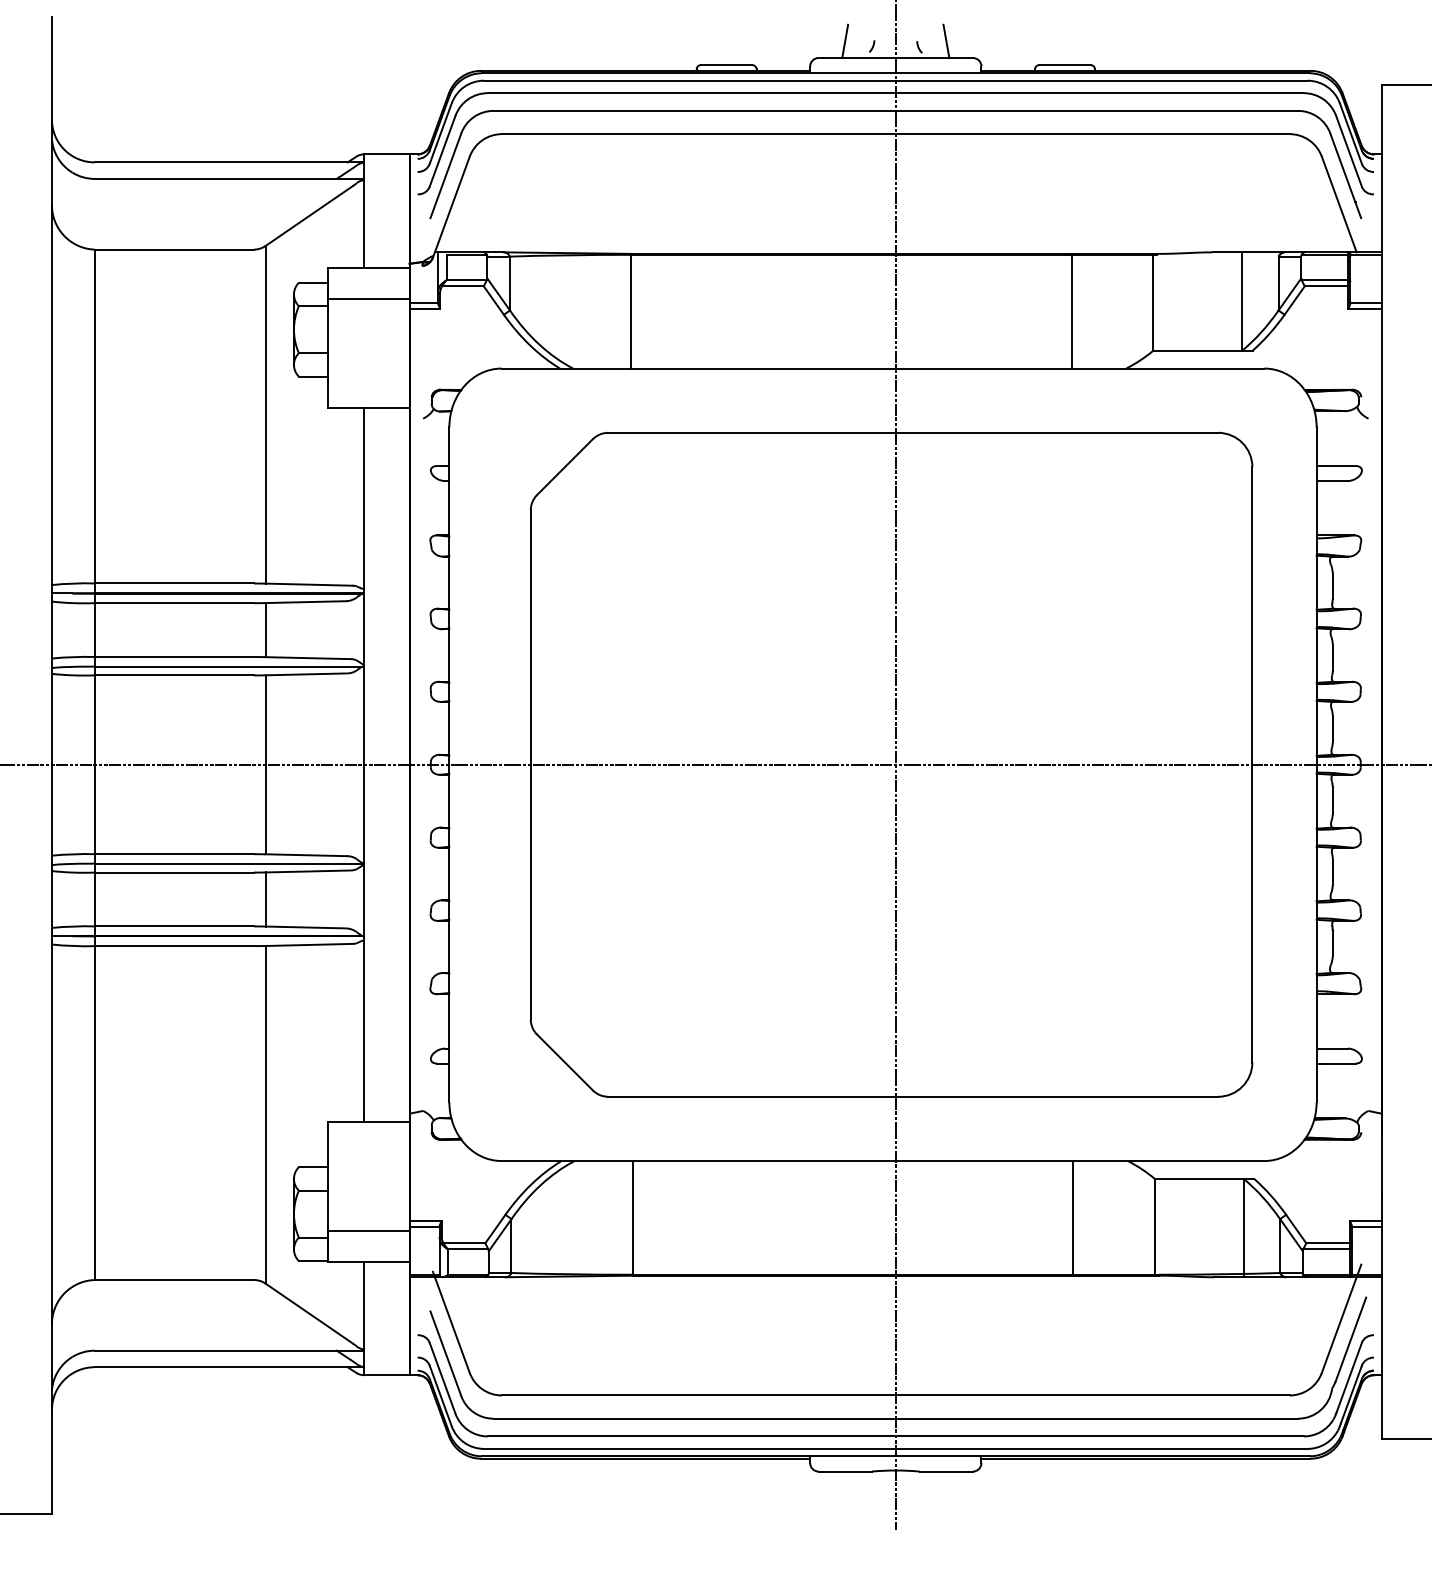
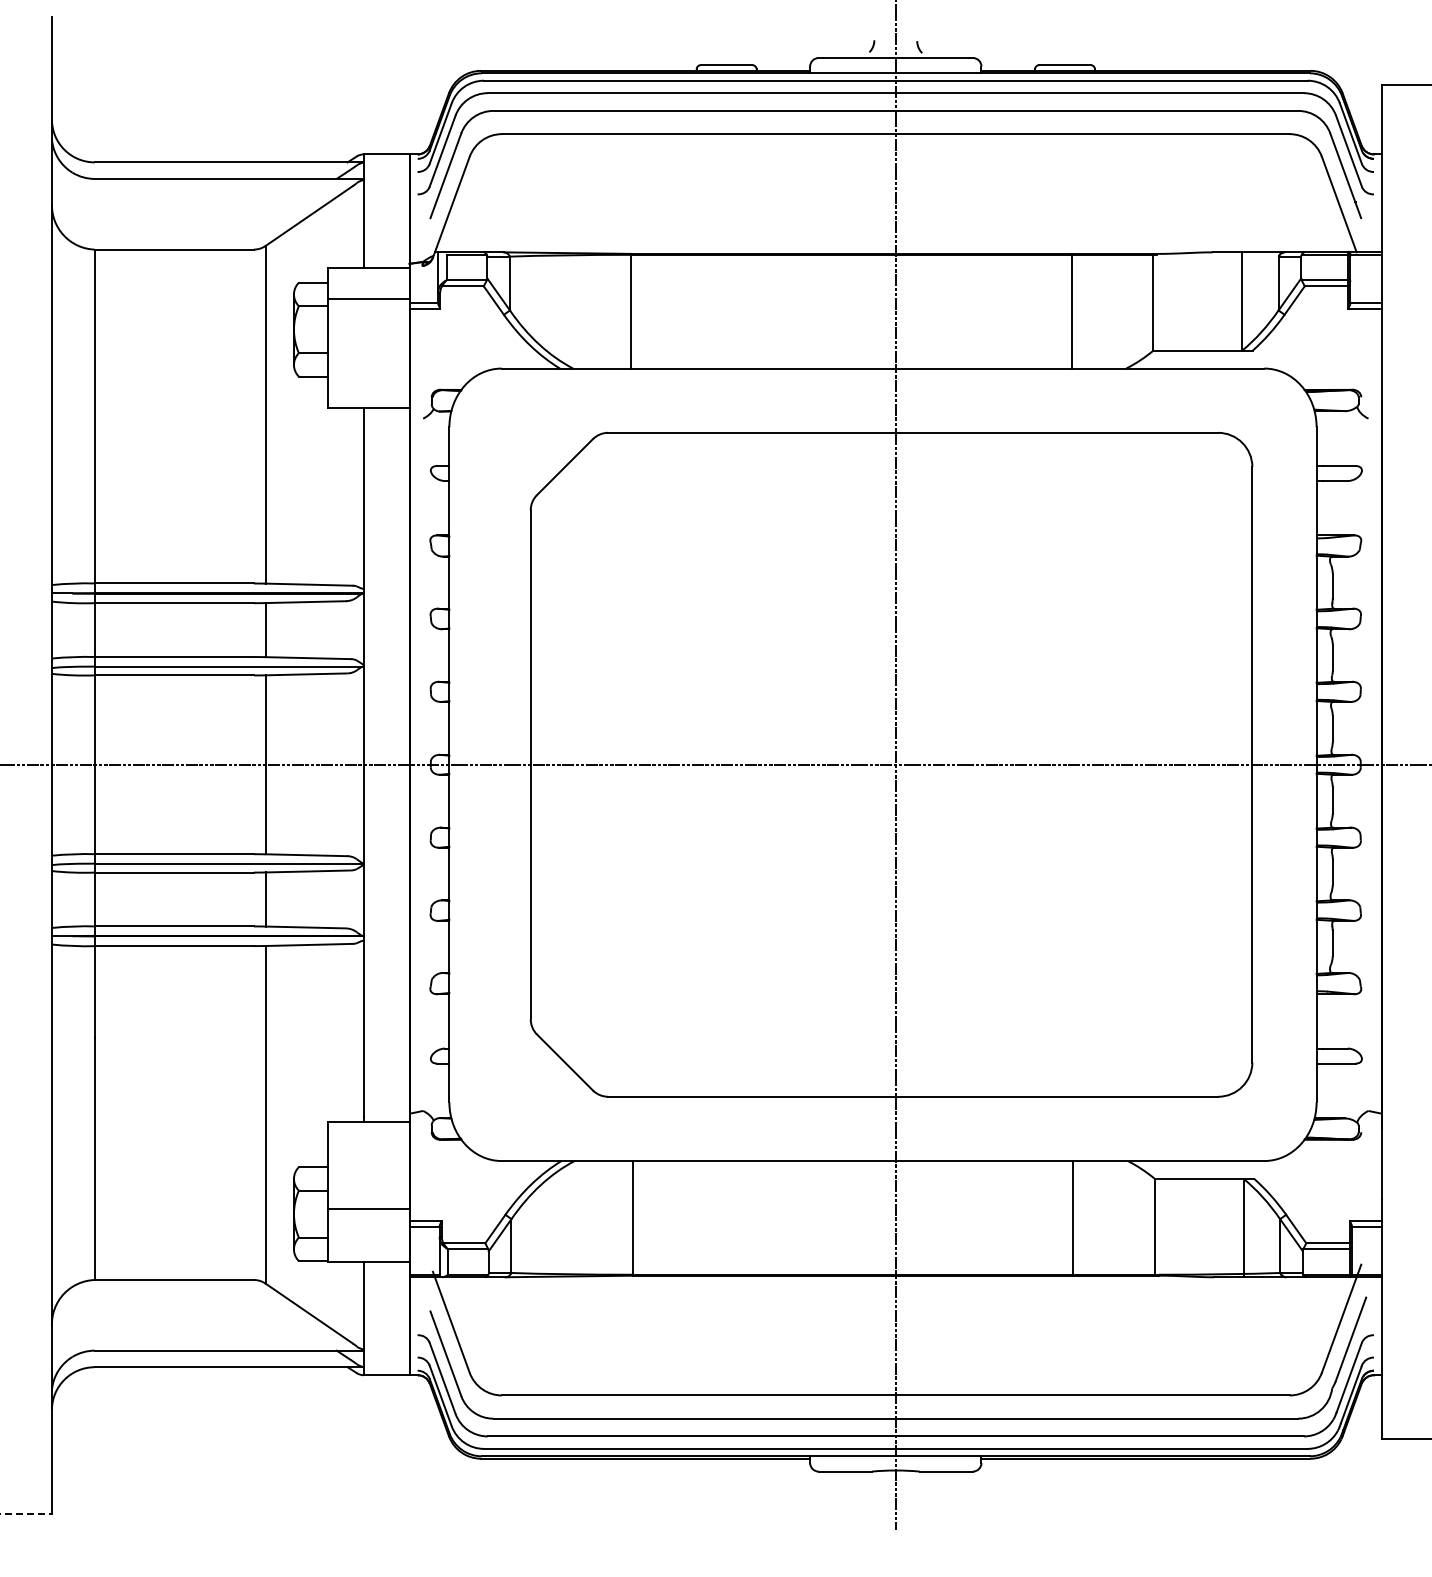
line at (845, 41): present -> none
line at (946, 41): present -> none
line at (368, 1230) position: (368, 1230) -> (368, 1208)
line at (26, 1514): solid -> dashed
